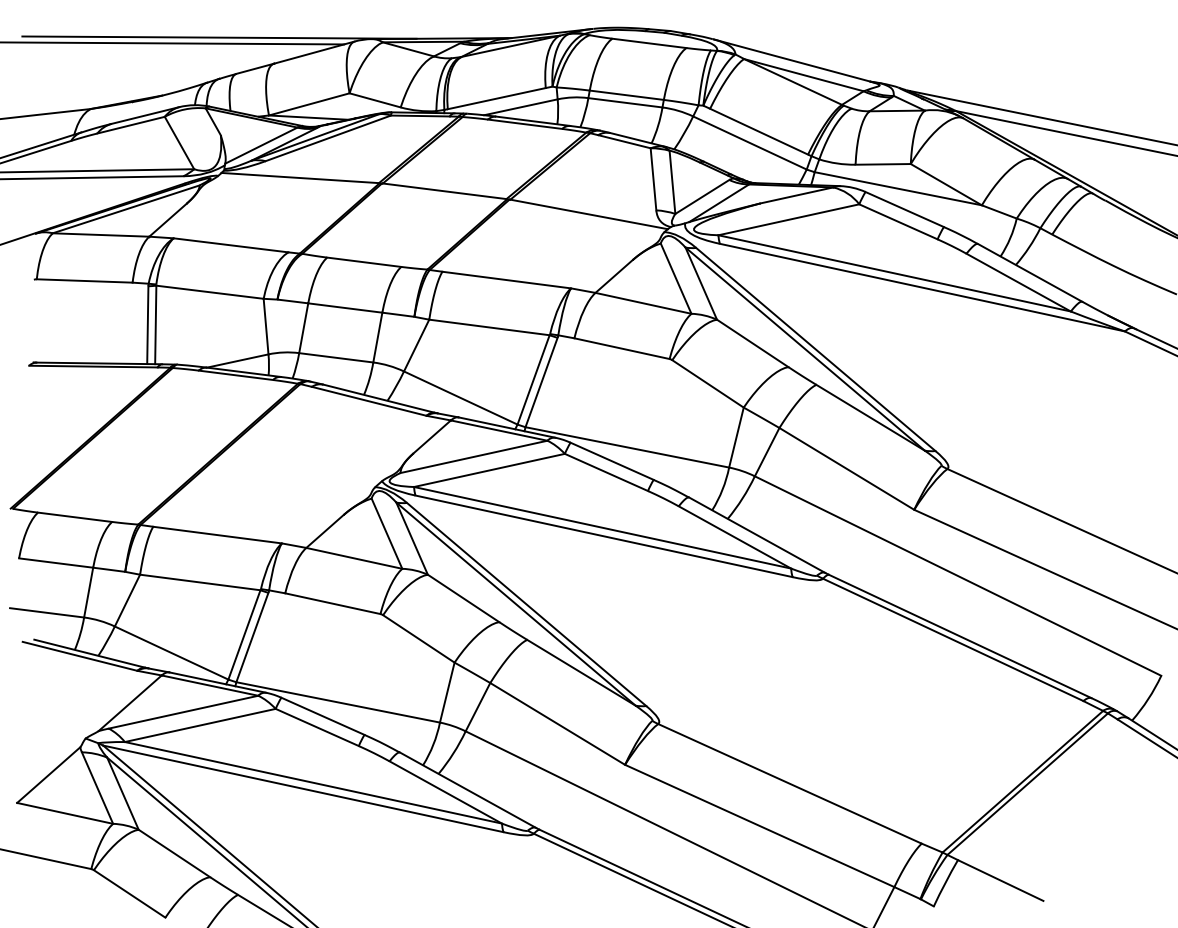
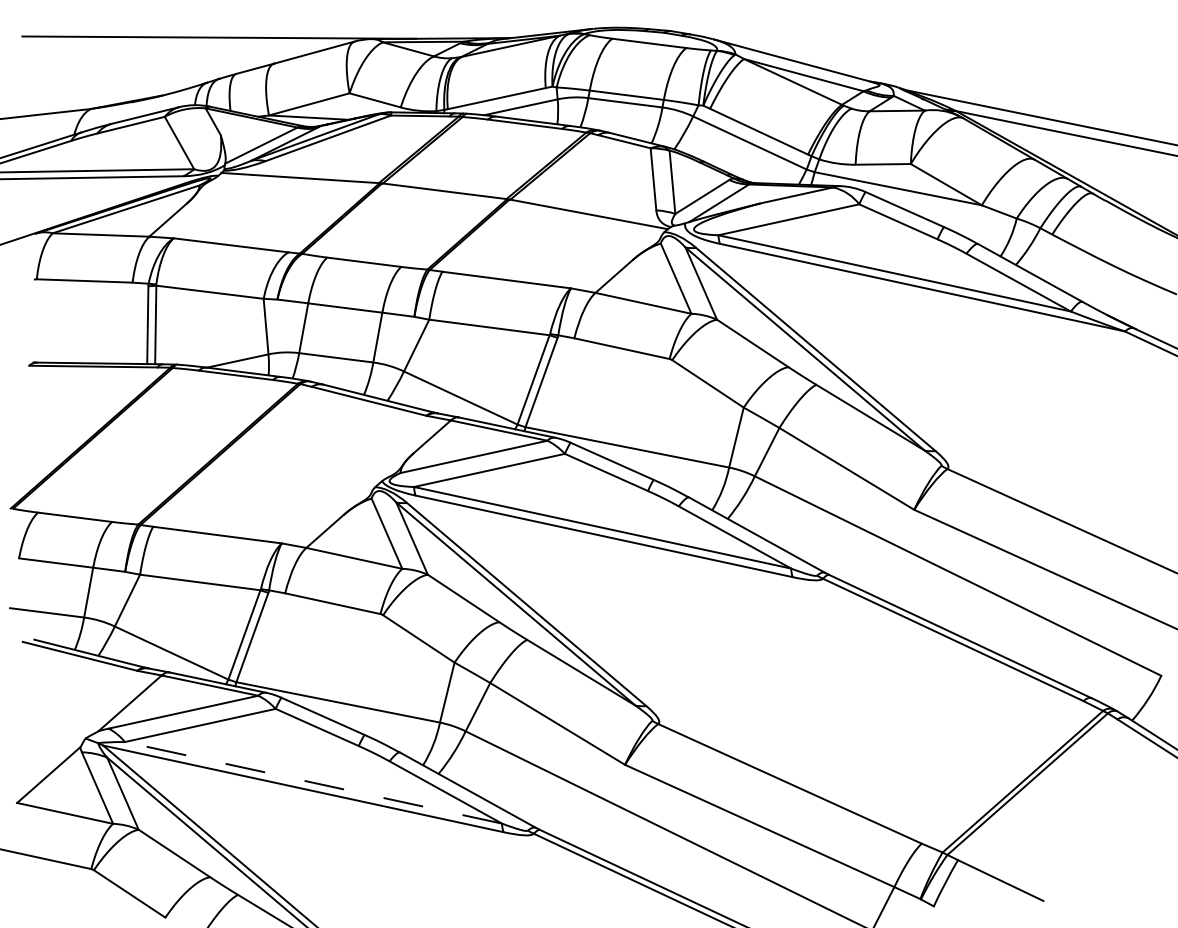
line at (173, 43): present -> none
line at (313, 782): solid -> dashed
